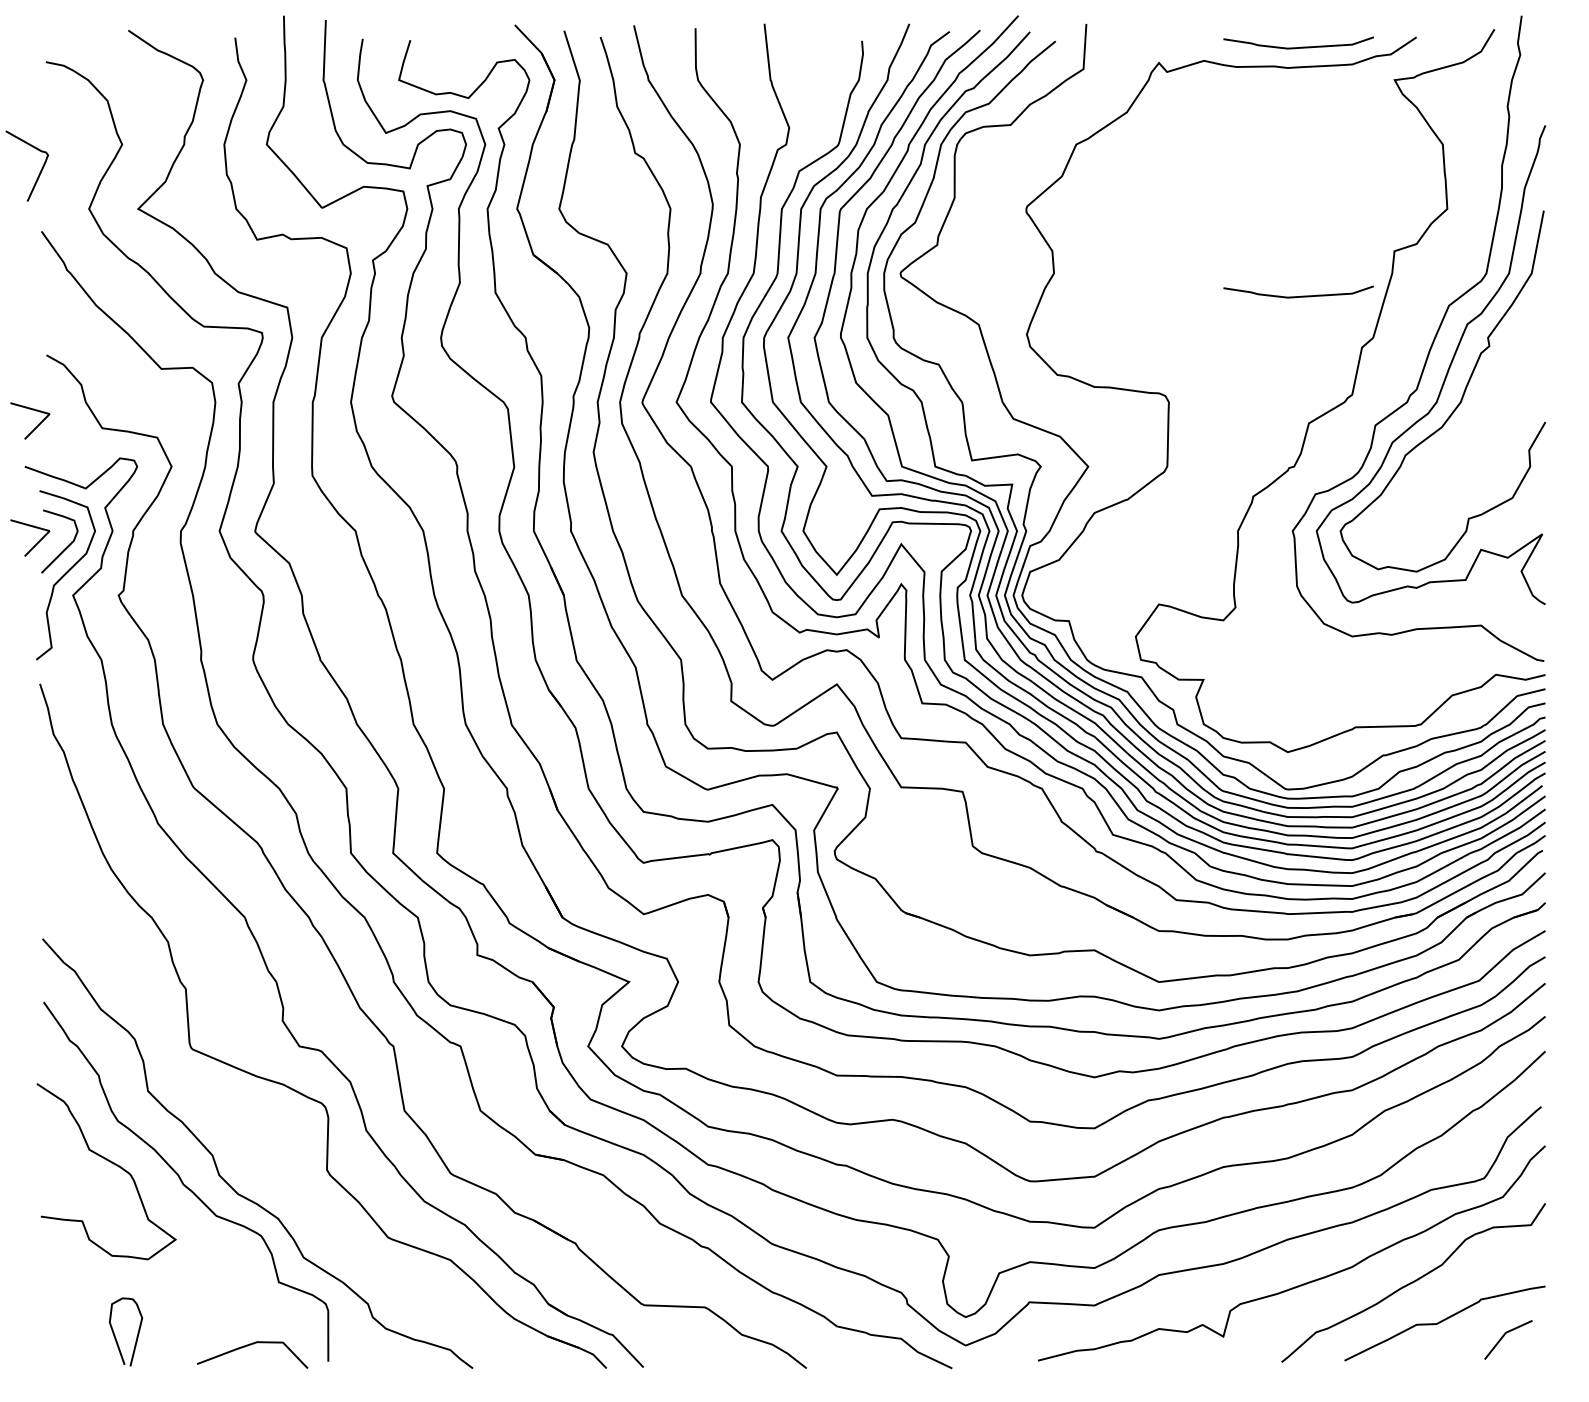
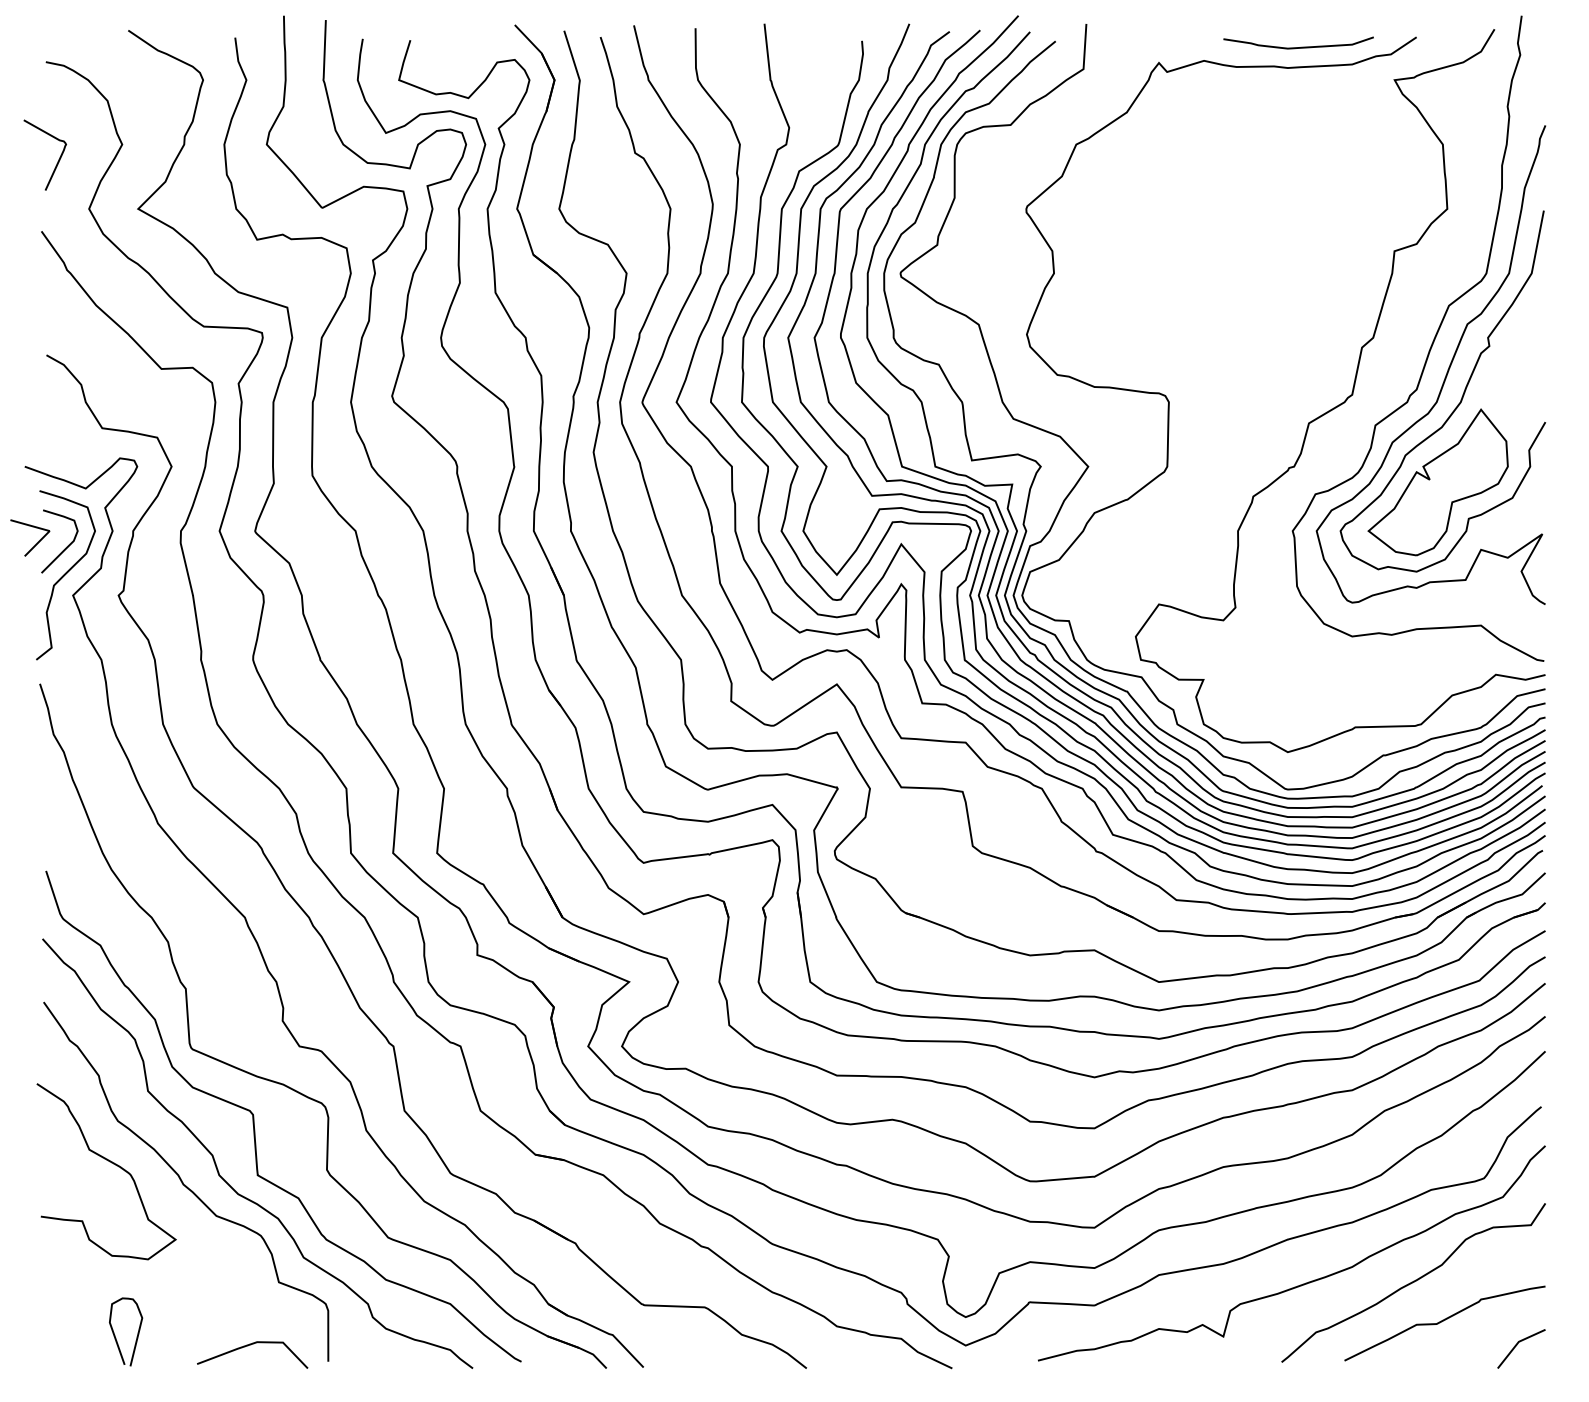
curve at (39, 172) position: (39, 172) -> (57, 161)
curve at (1301, 295): present -> none
line at (36, 426): present -> none
part at (1437, 482): none -> present
curve at (254, 1116): none -> present
line at (1504, 1336) position: (1504, 1336) -> (1517, 1345)
